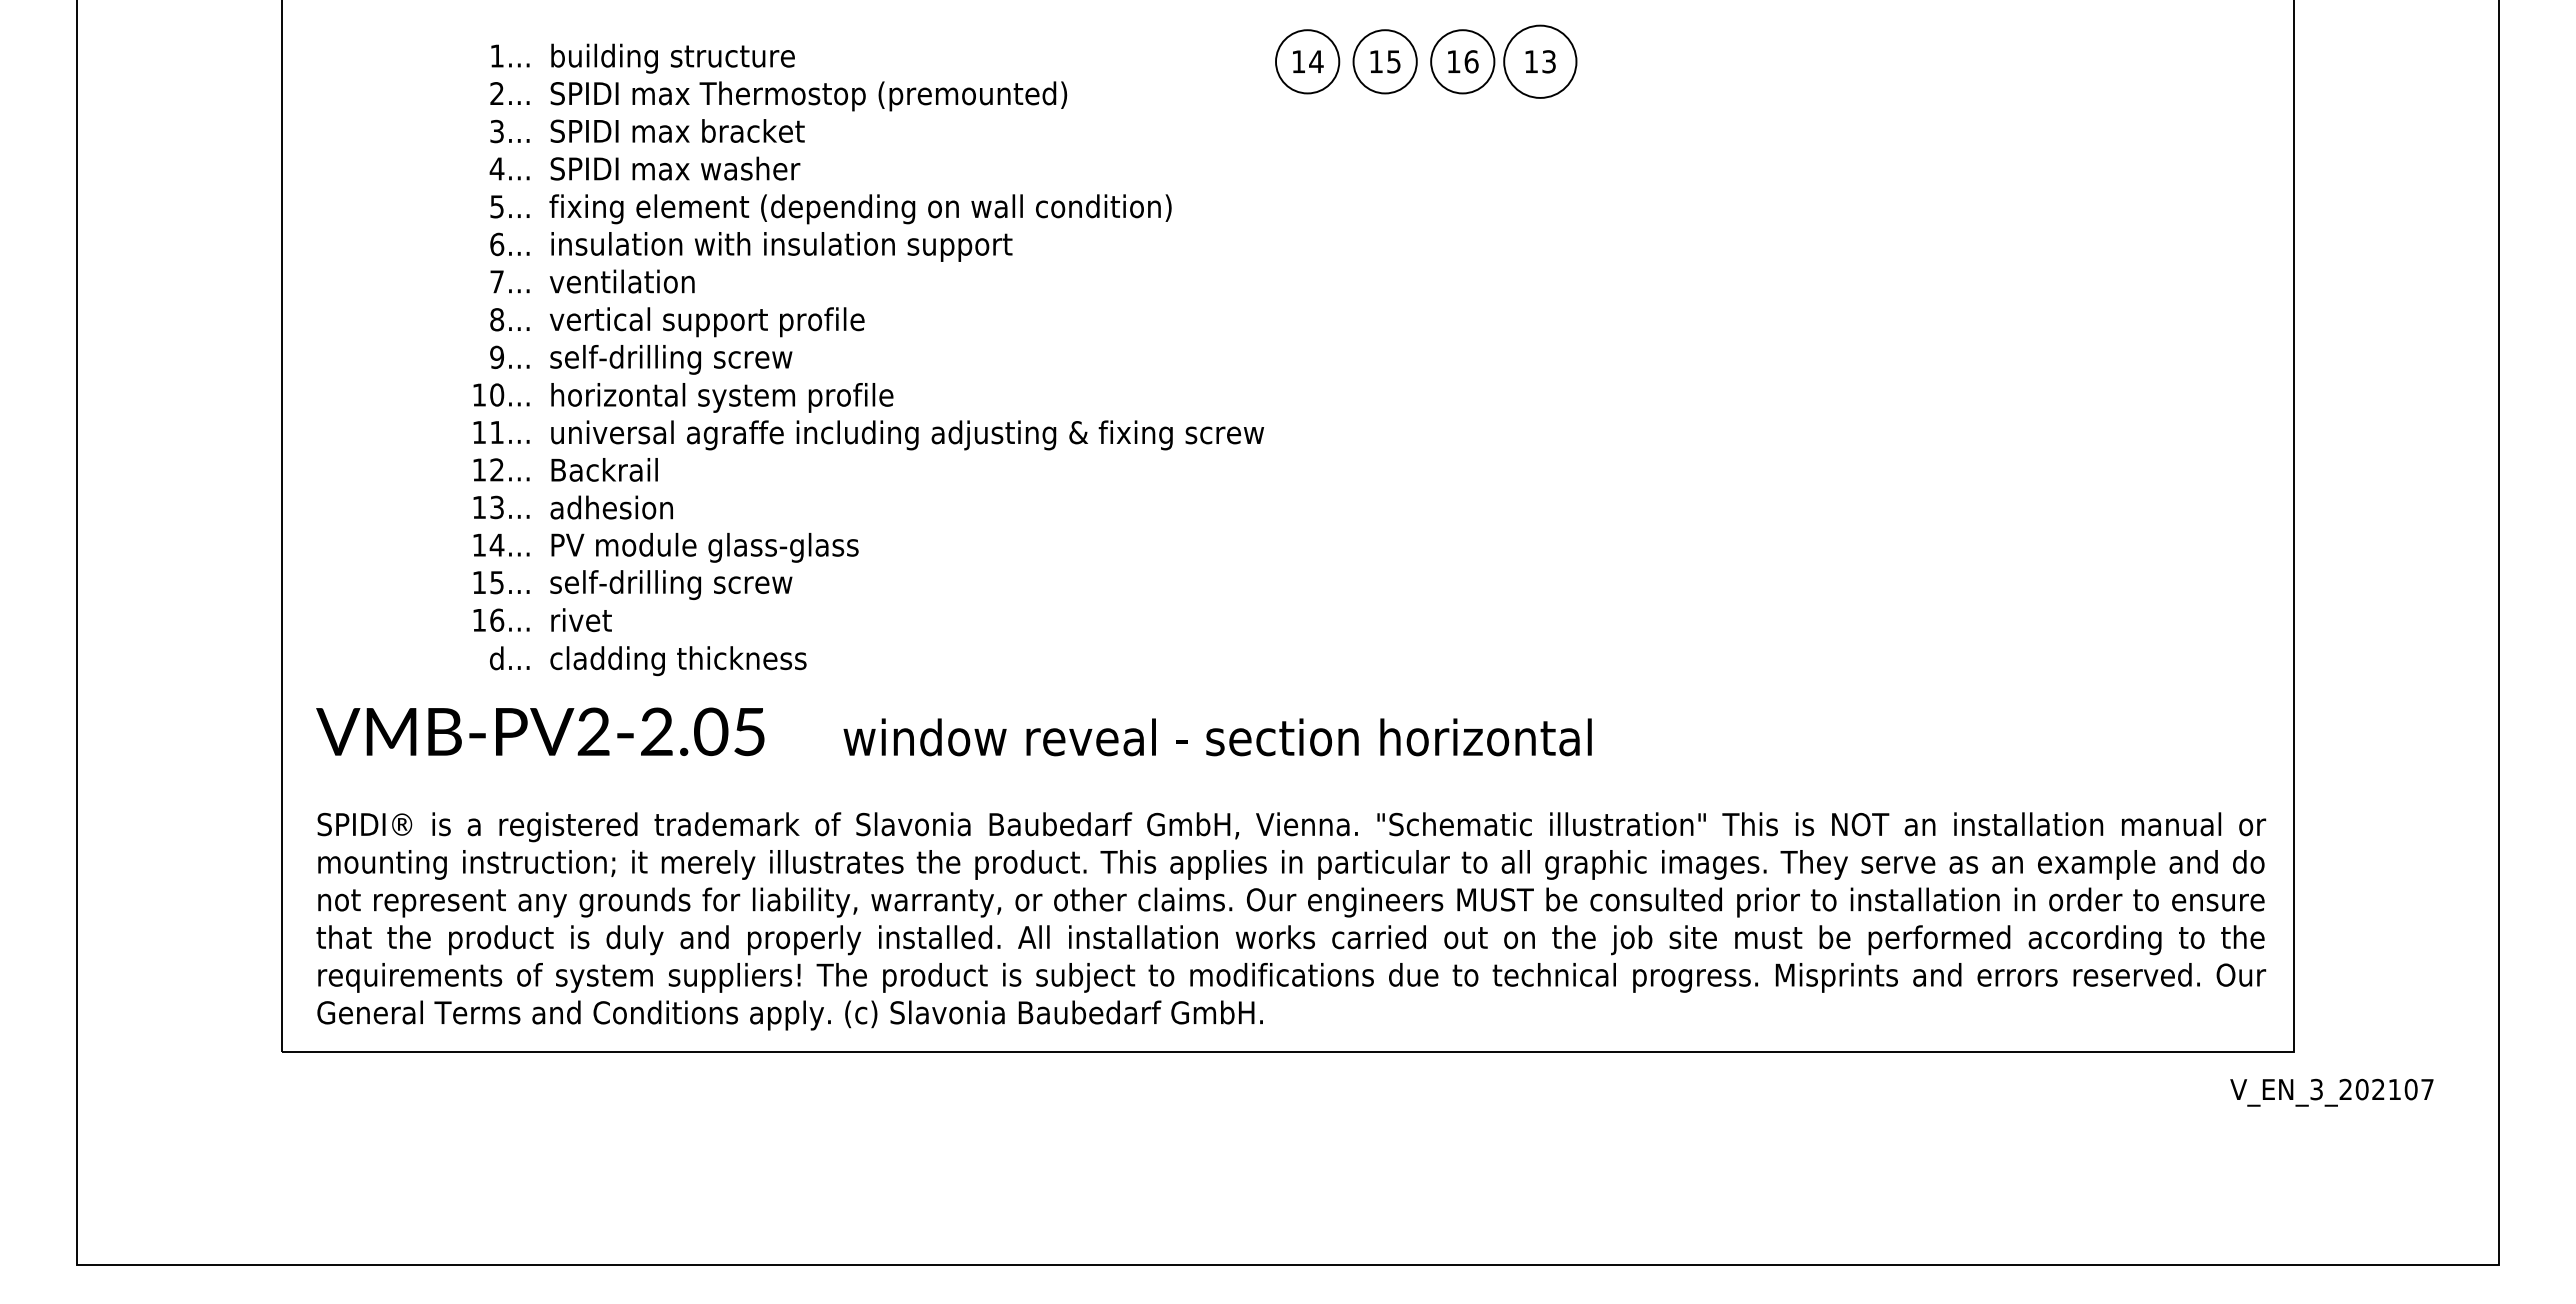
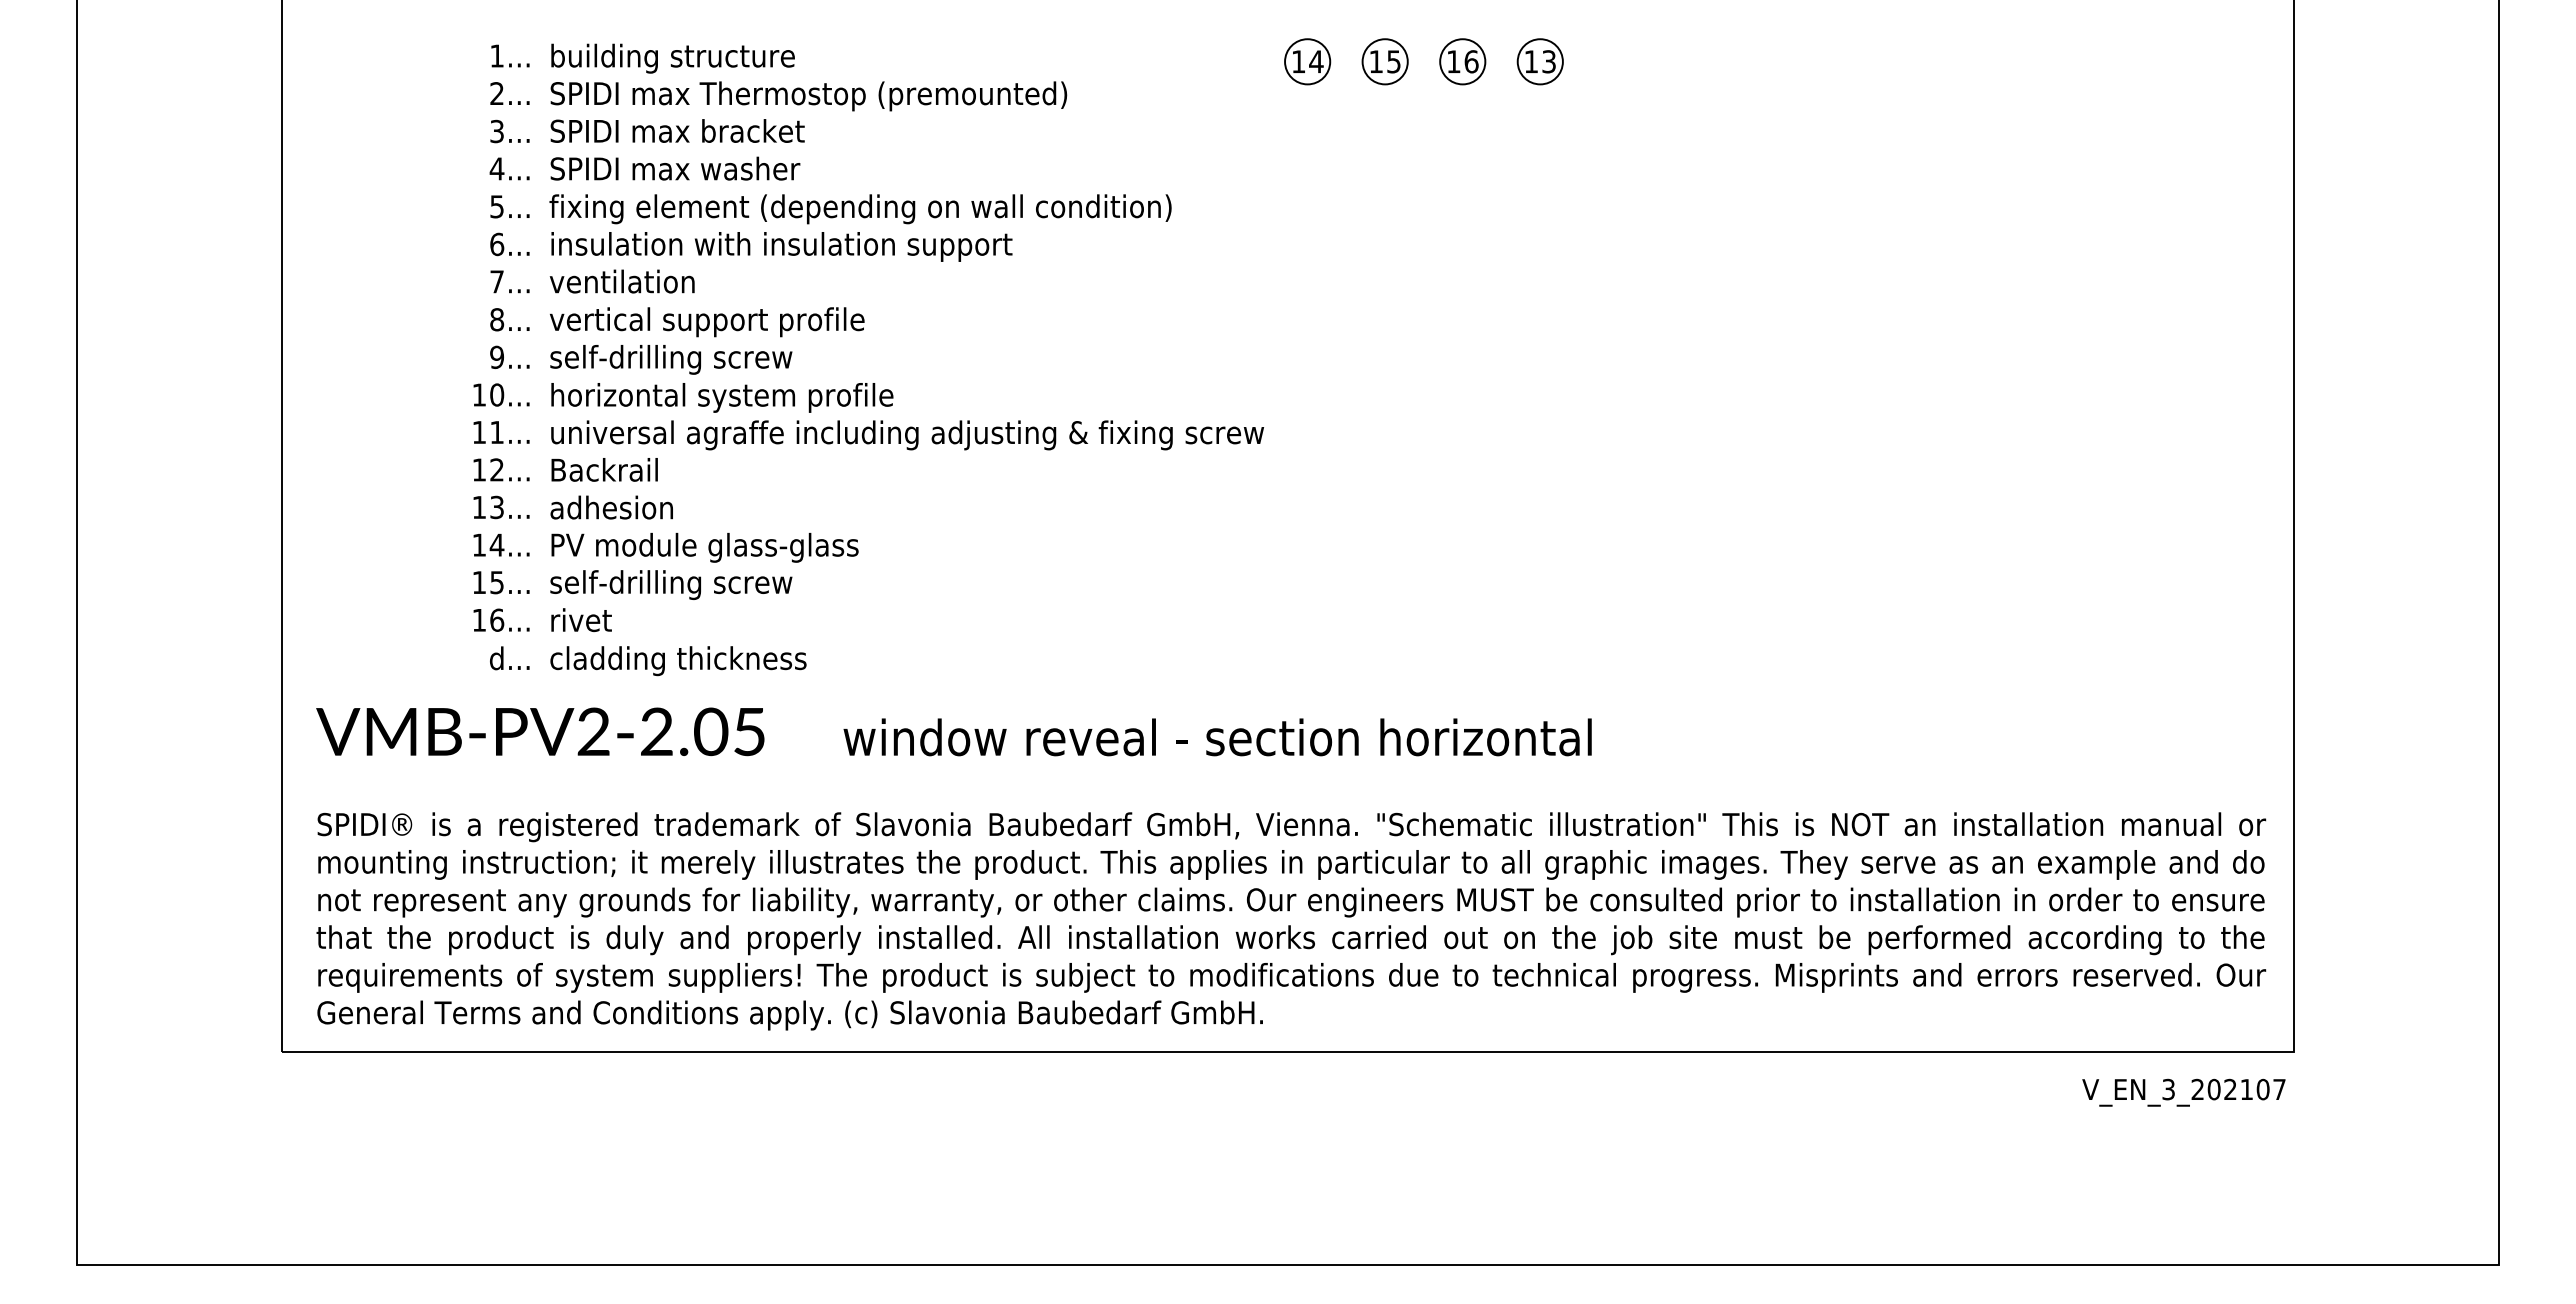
circle at (1307, 61) diameter: 63 px -> 45 px
circle at (1384, 61) diameter: 63 px -> 45 px
circle at (1462, 61) diameter: 63 px -> 45 px
circle at (1540, 61) diameter: 72 px -> 45 px
text at (2331, 1092) position: (2331, 1092) -> (2183, 1092)
